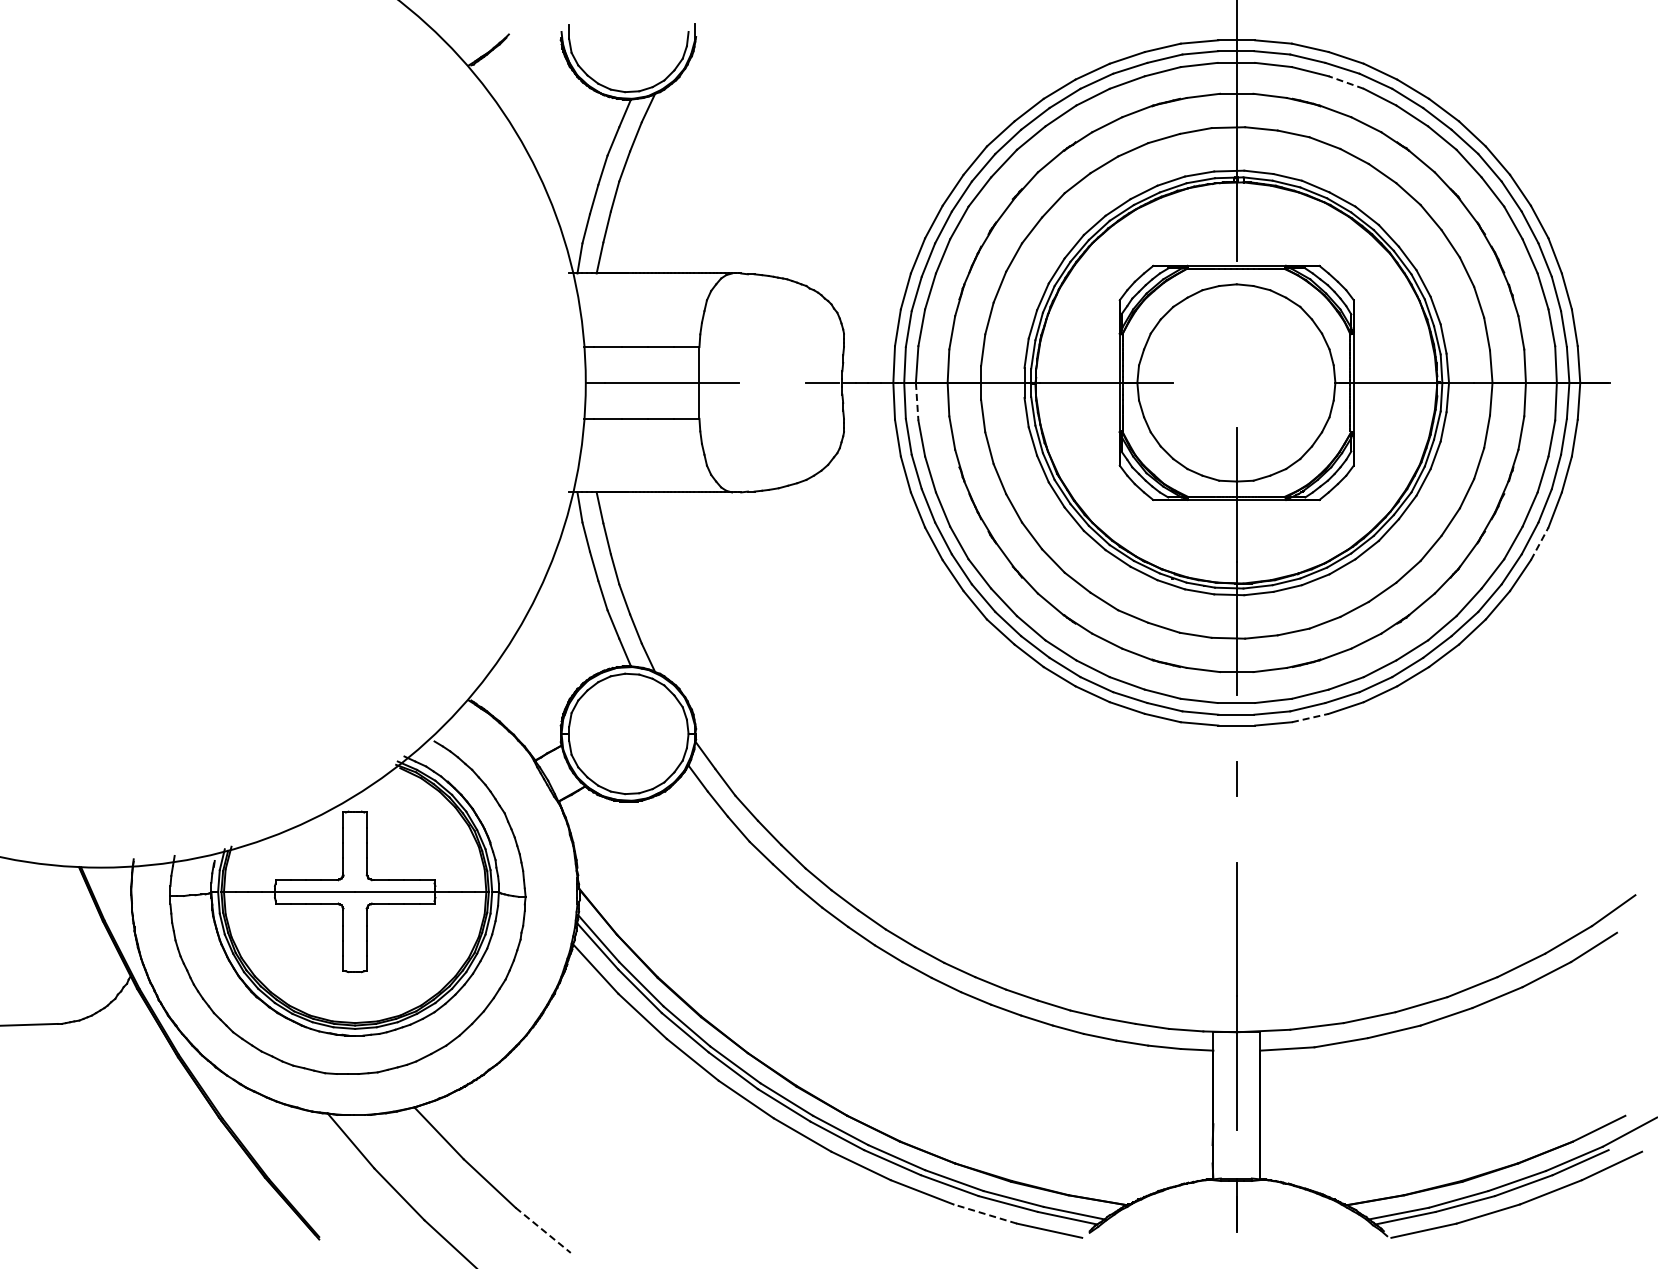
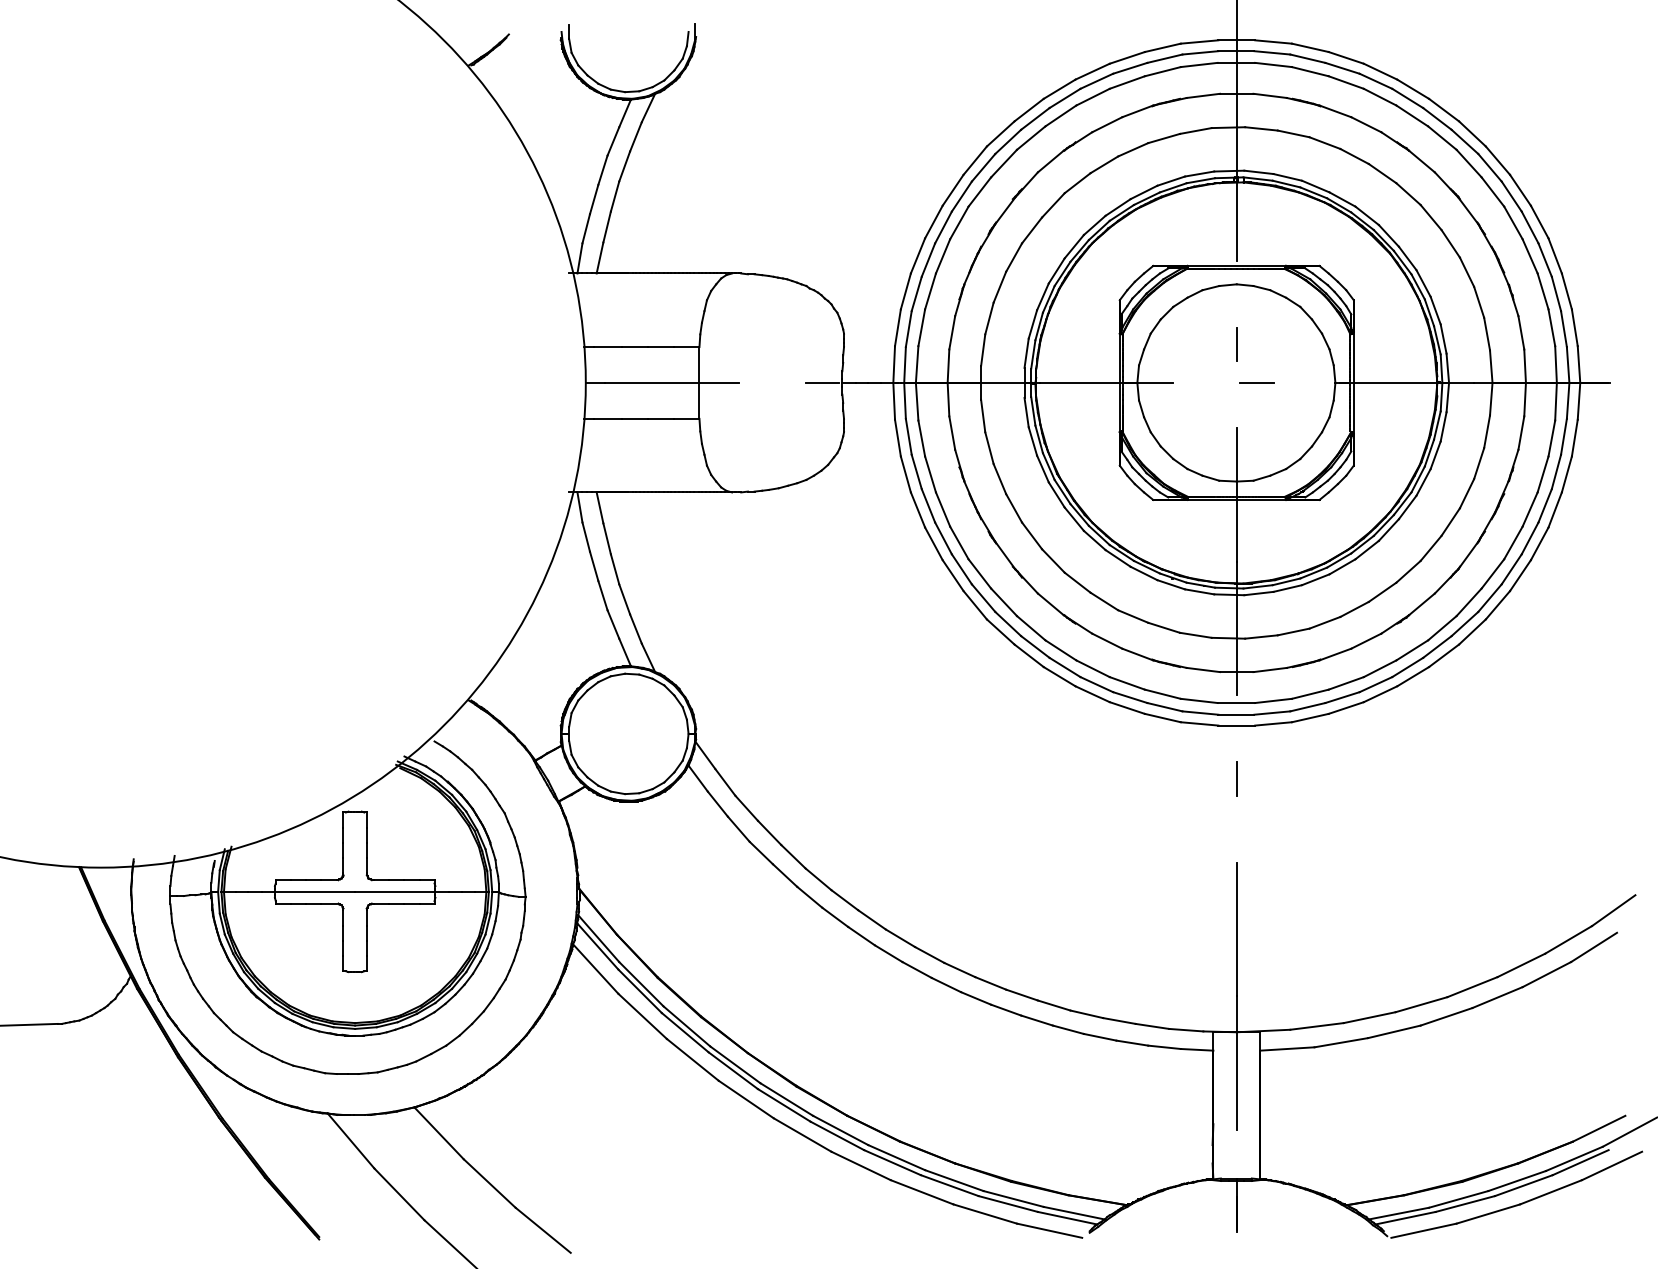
line at (1346, 82): dashed -> solid
line at (1236, 344): none -> present
line at (1256, 382): none -> present
line at (917, 401): dashed -> solid
line at (1539, 543): dashed -> solid
line at (1310, 718): dashed -> solid
line at (984, 1213): dashed -> solid
line at (543, 1230): dashed -> solid
